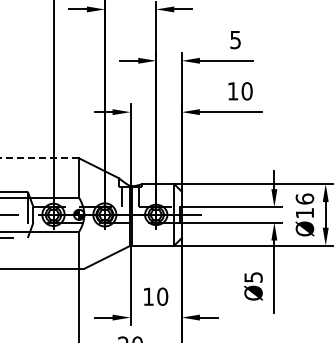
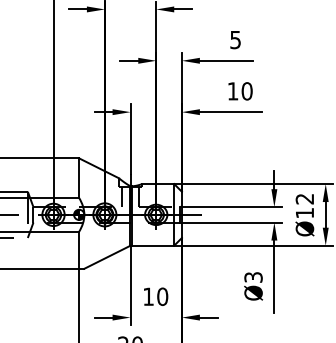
line at (39, 158): dashed -> solid
text at (304, 198): Ø16 -> Ø12
text at (253, 277): Ø5 -> Ø3
